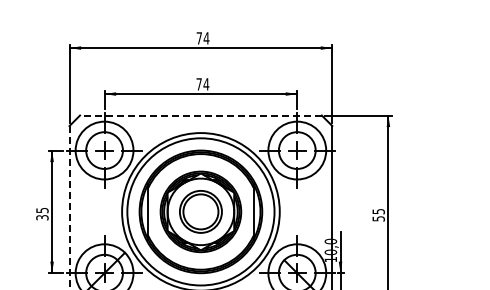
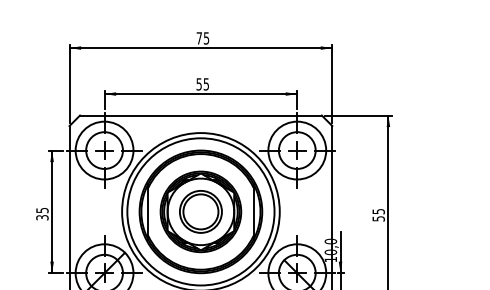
text at (206, 38): 74 -> 75
text at (202, 84): 74 -> 55
line at (200, 115): dashed -> solid
line at (69, 207): dashed -> solid
